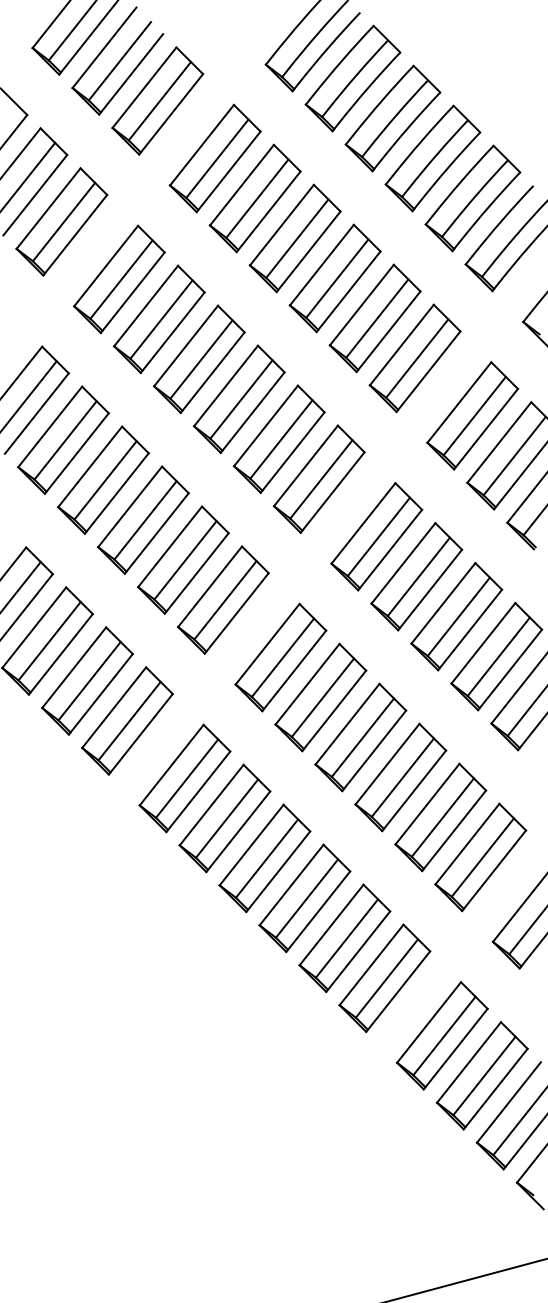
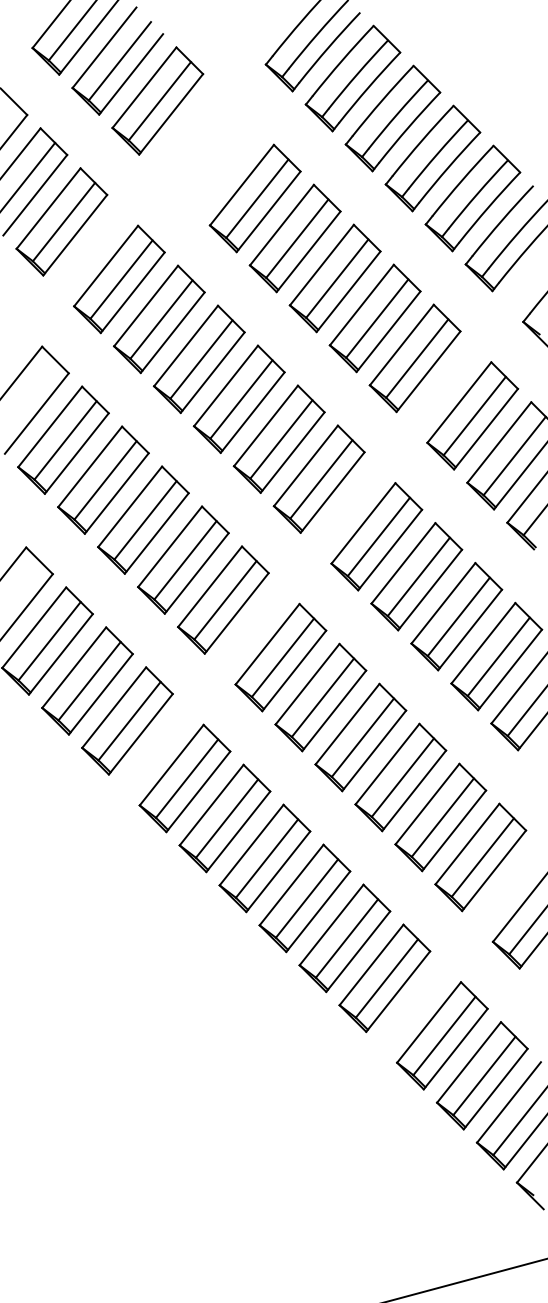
part at (214, 158): present -> none
line at (29, 395): present -> none
line at (21, 586): present -> none
